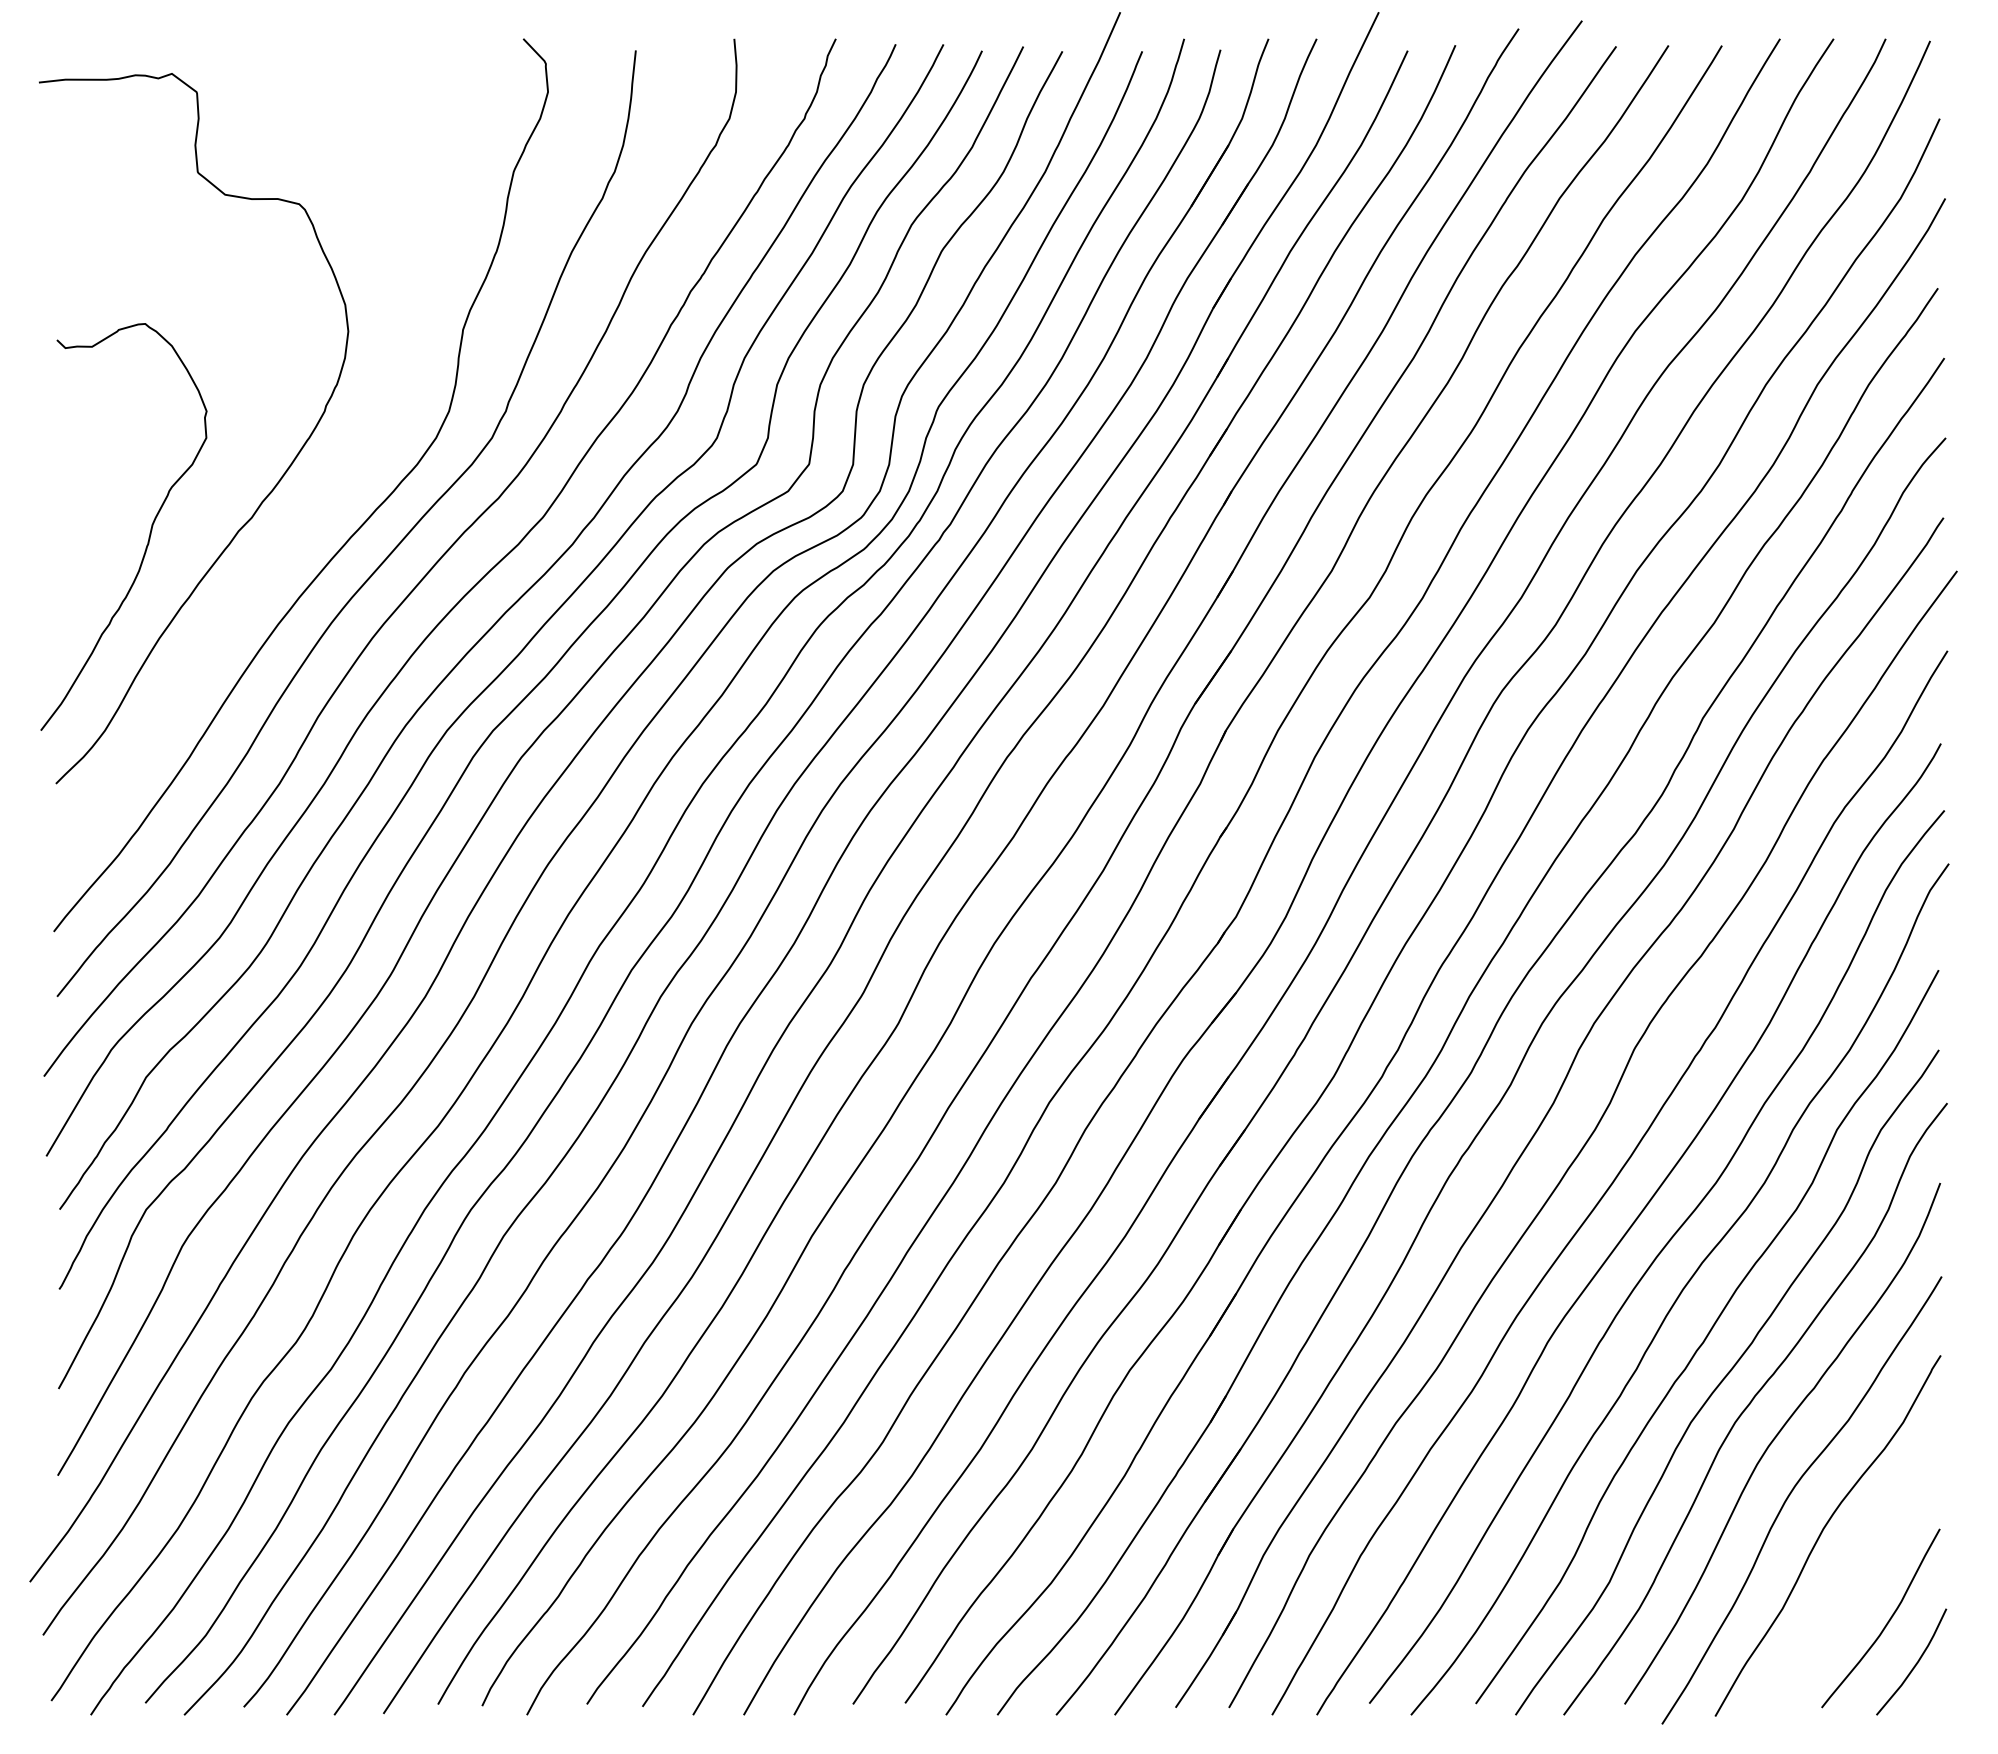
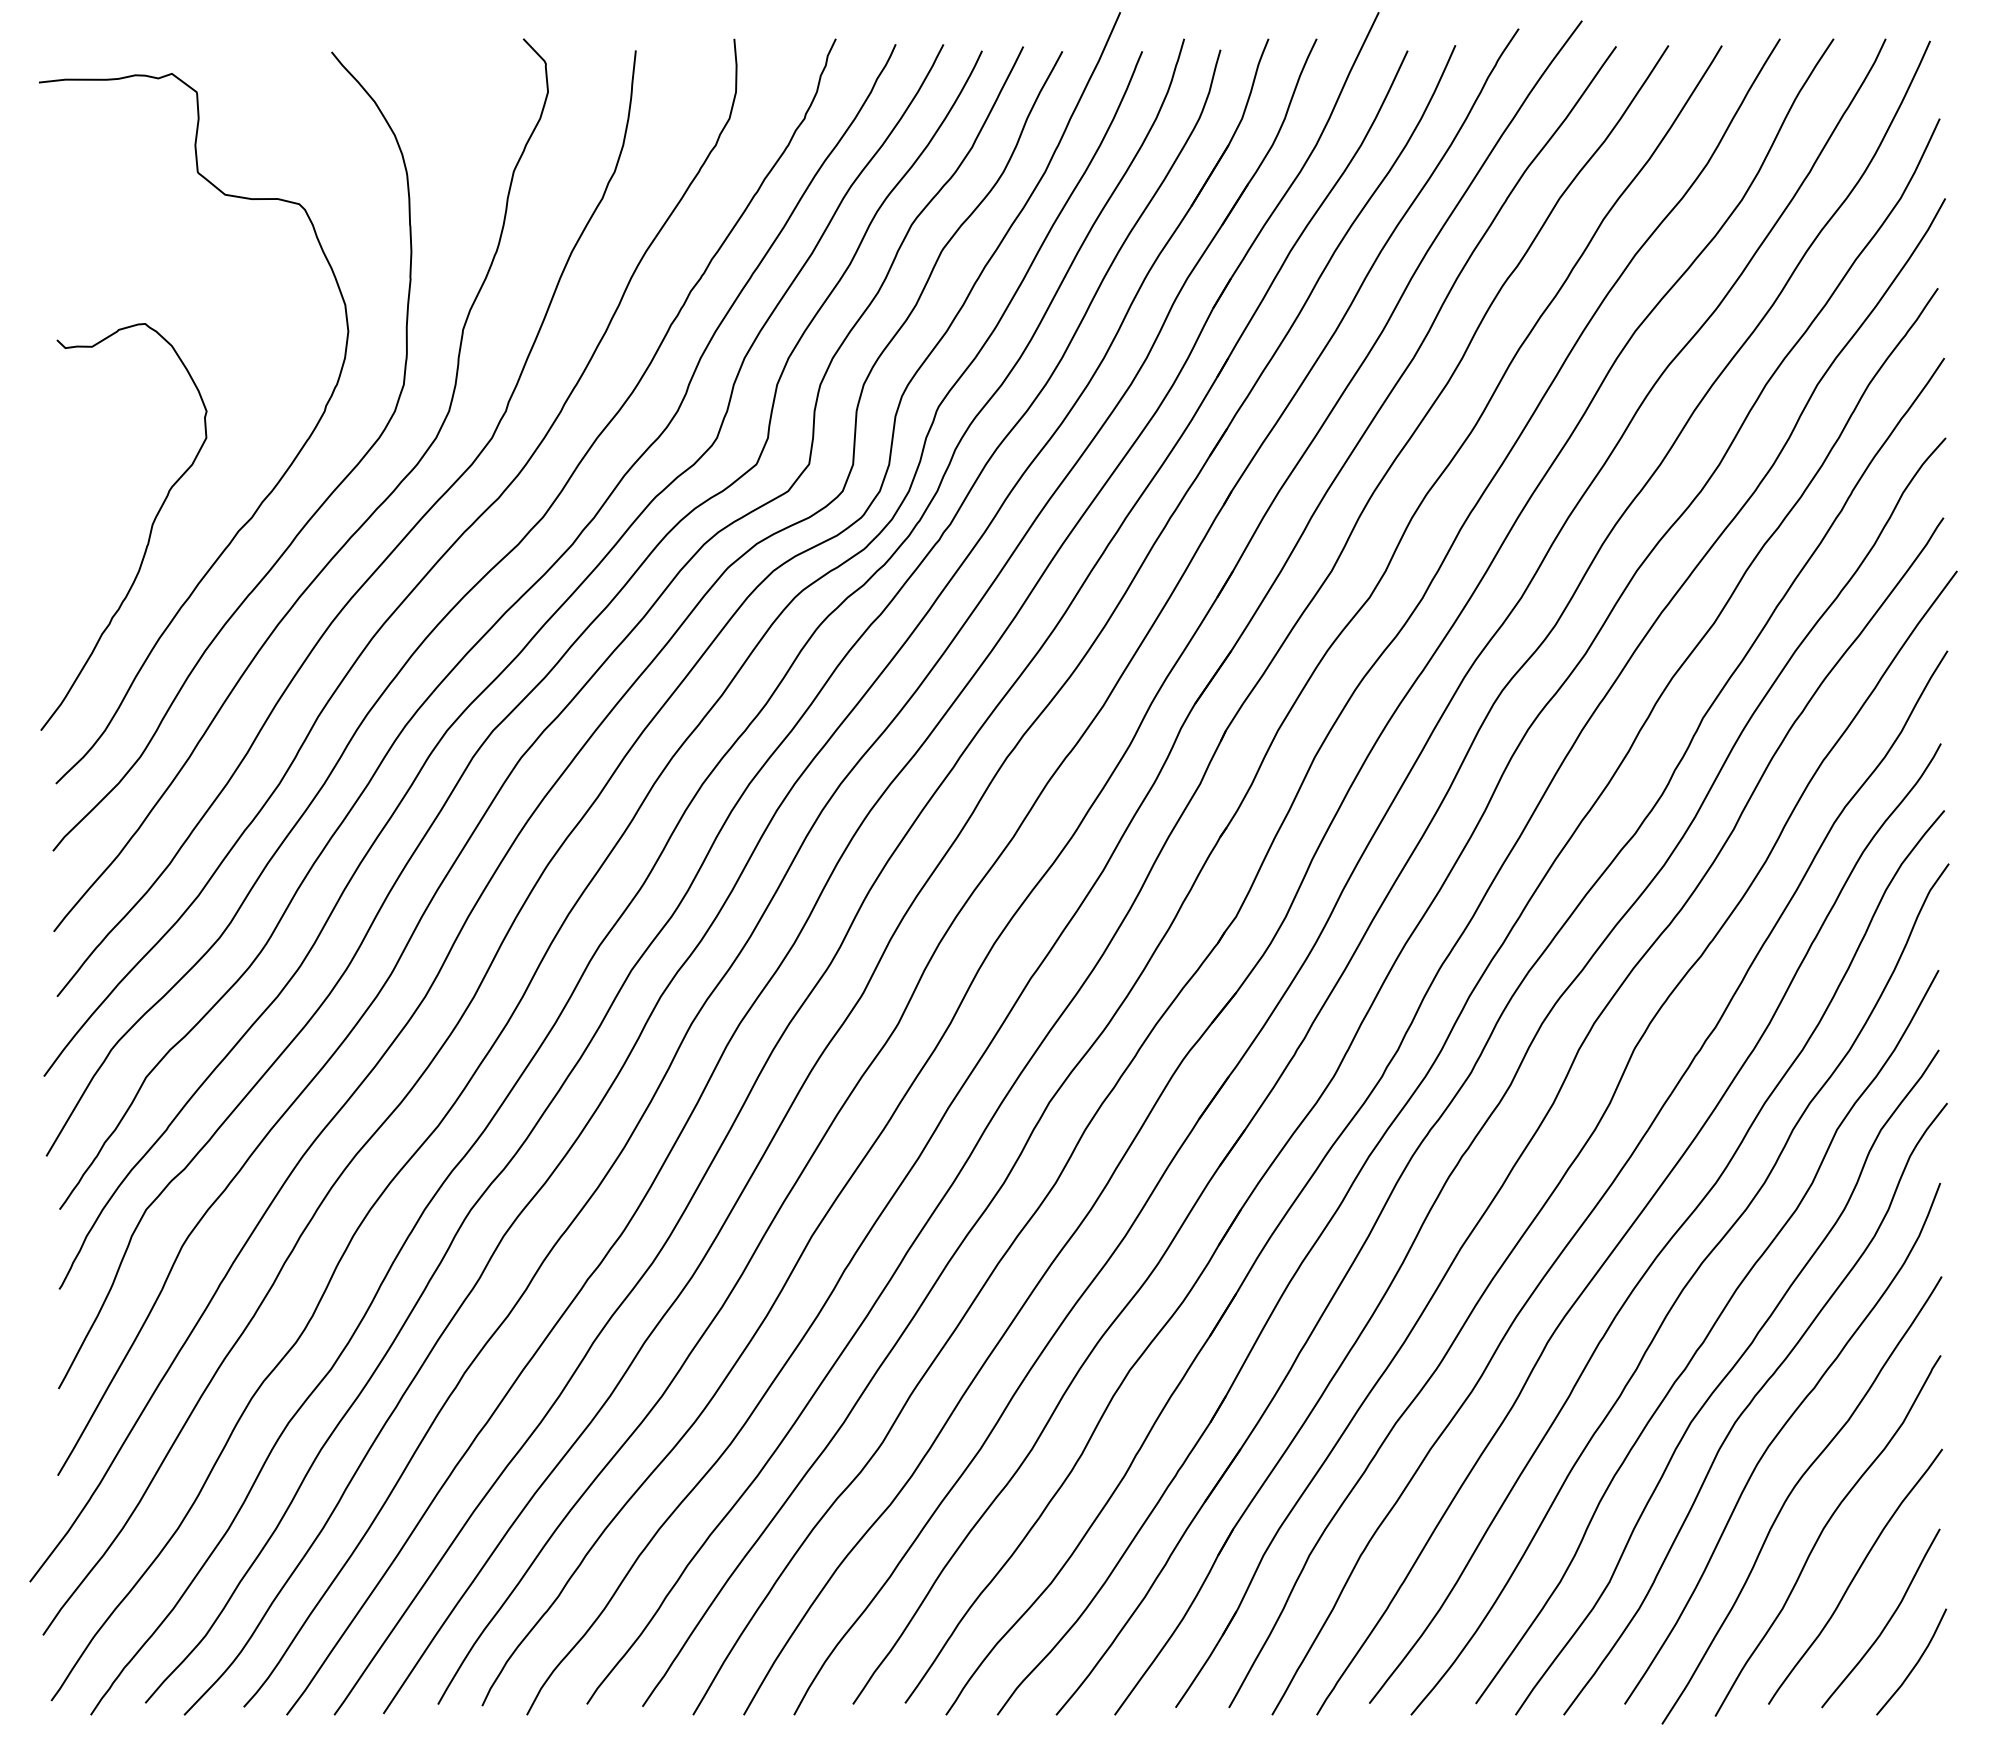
curve at (312, 514): none -> present
curve at (1855, 1576): none -> present
